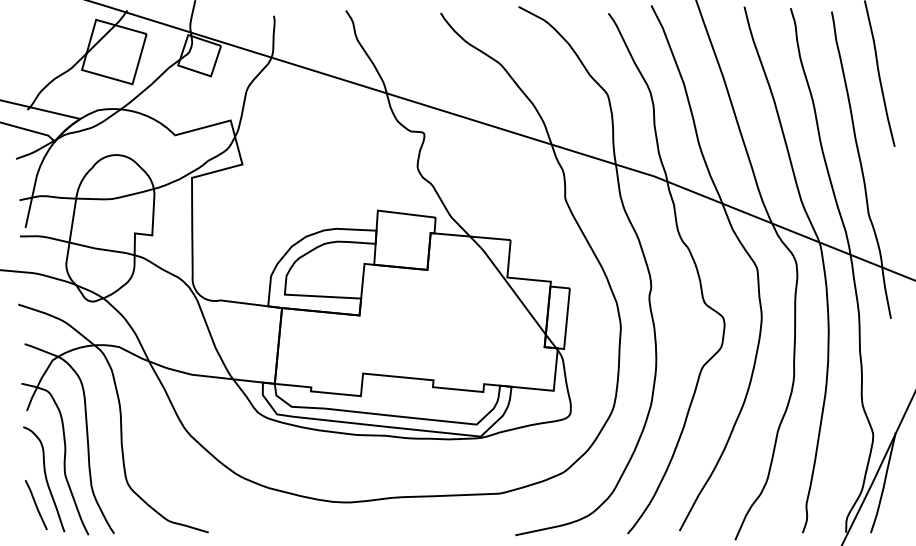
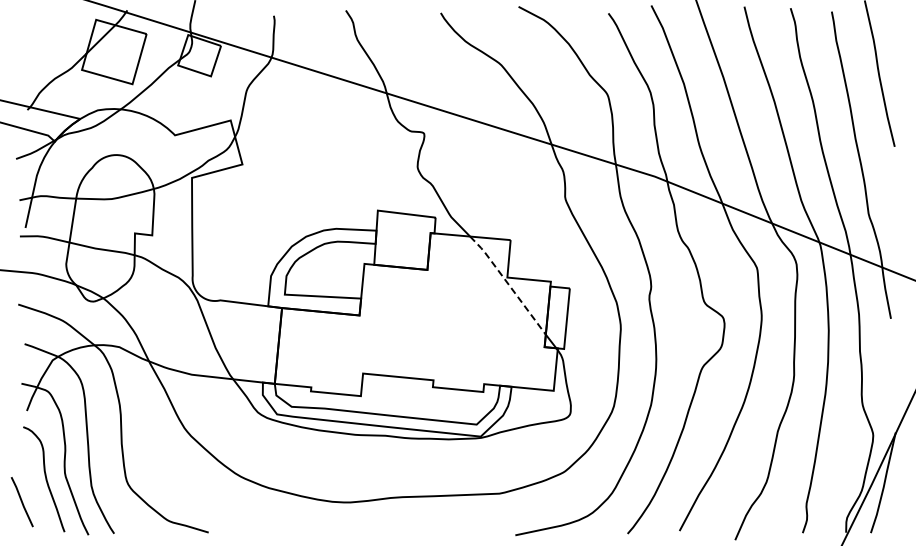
line at (508, 283): solid -> dashed
line at (35, 505) position: (35, 505) -> (21, 502)
